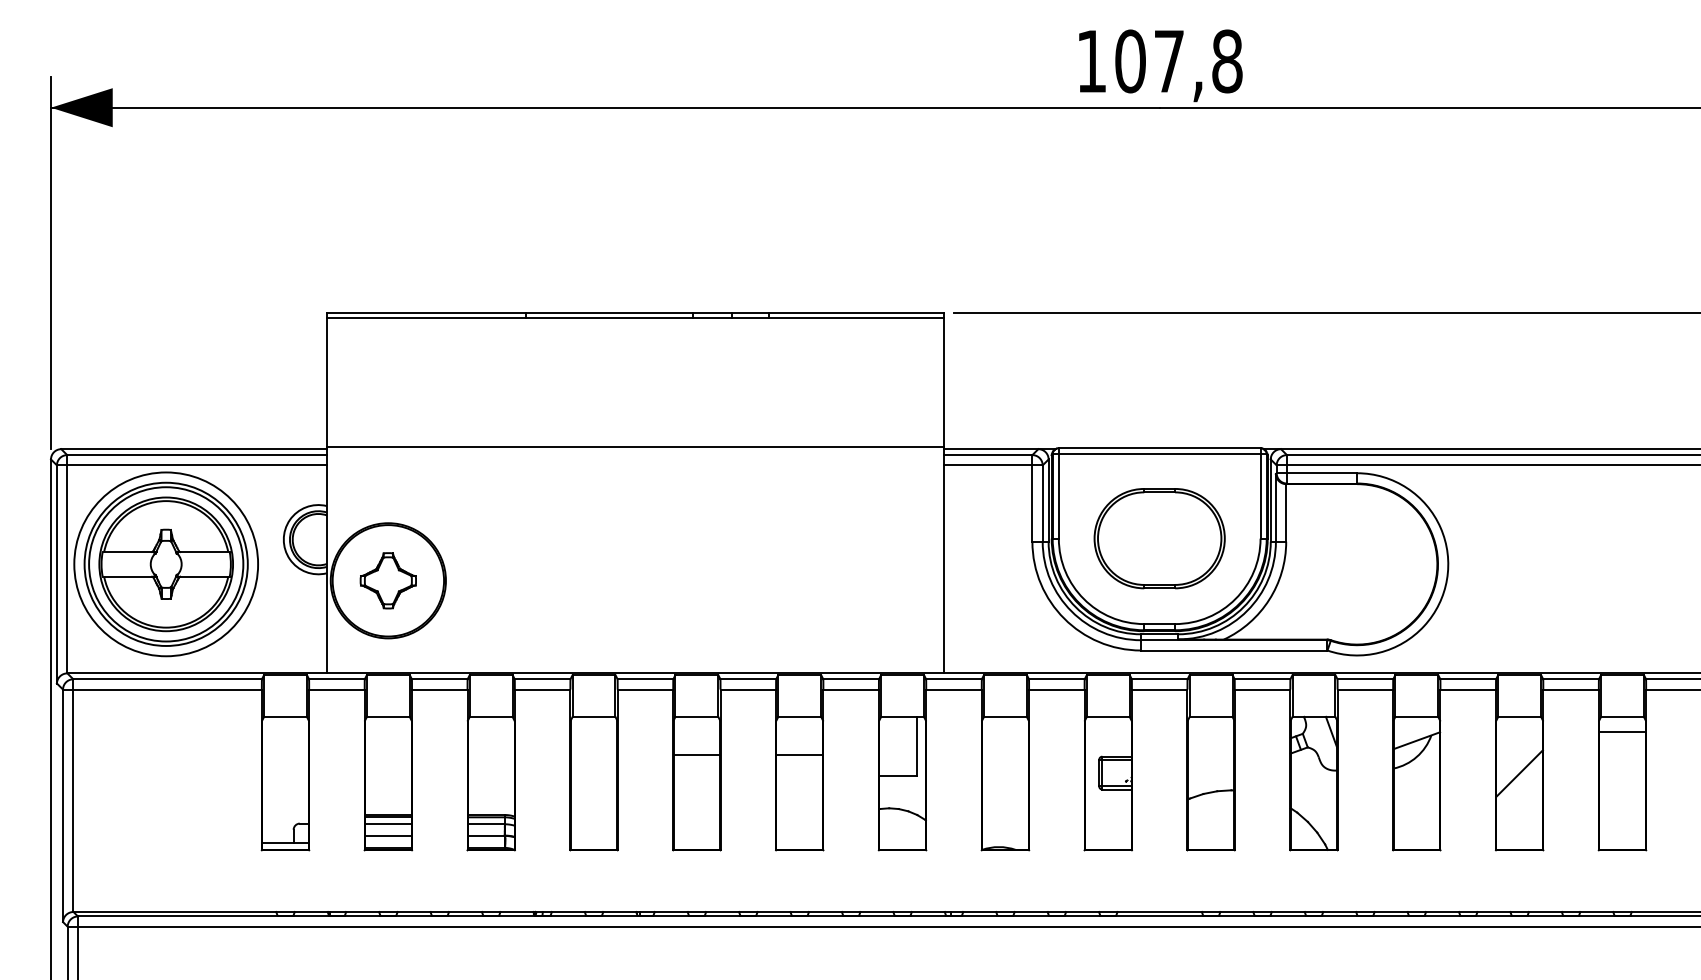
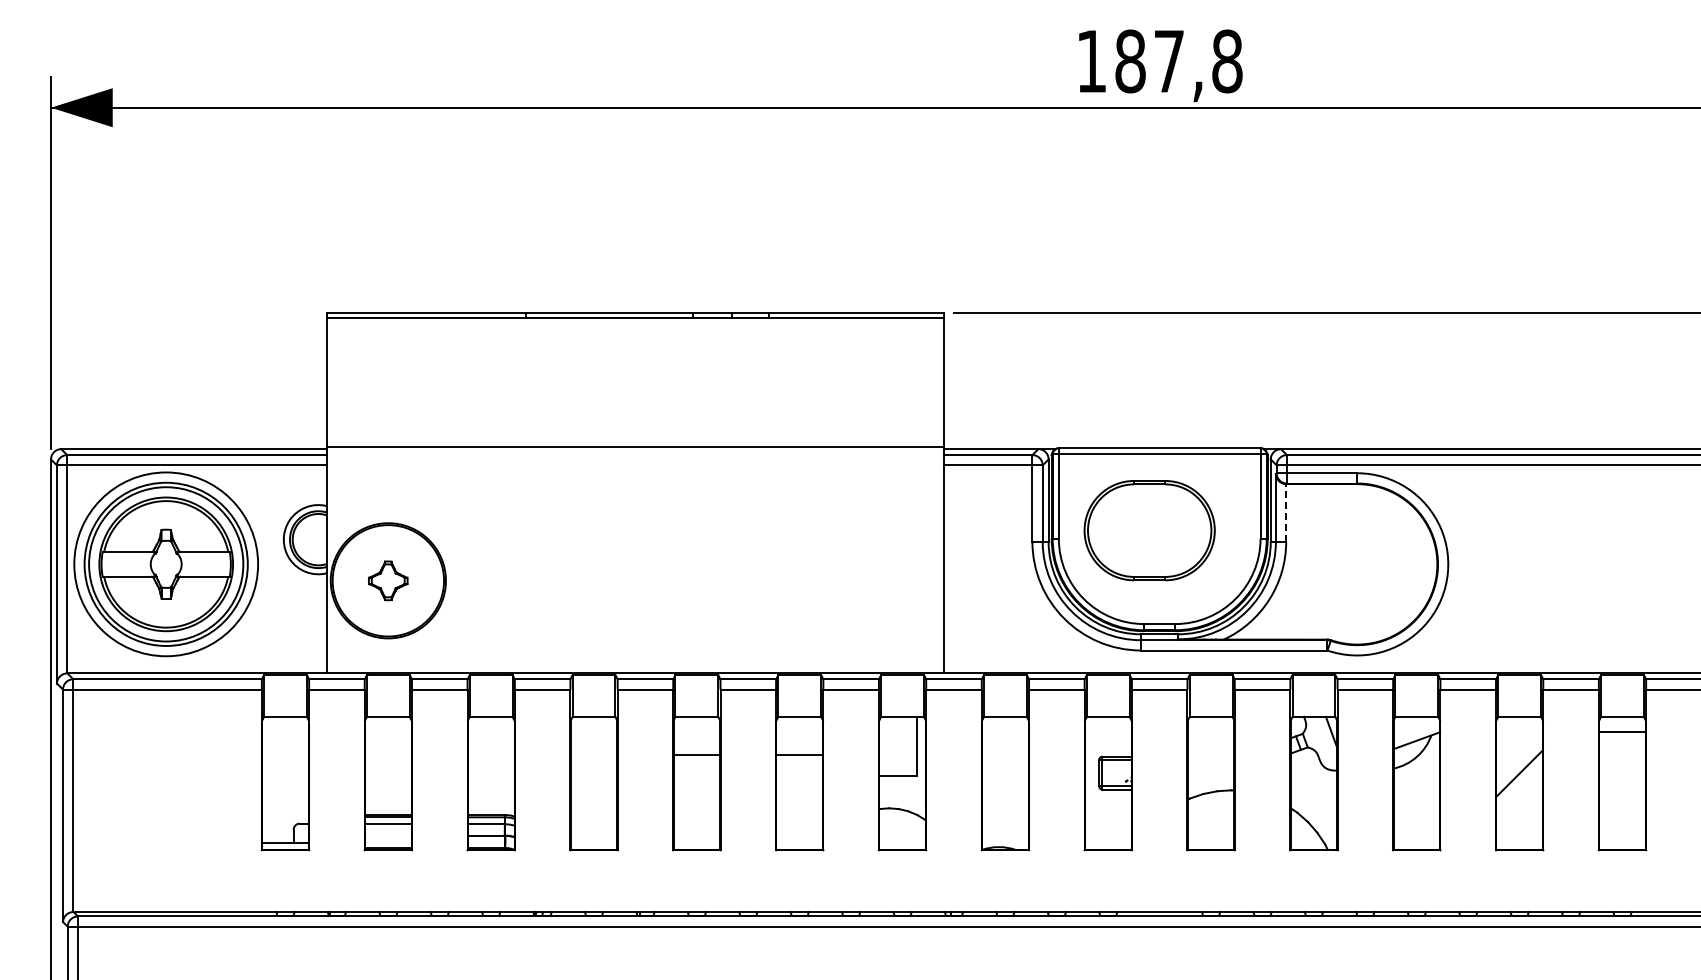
text at (1130, 61): 107,8 -> 187,8
line at (1286, 512): solid -> dashed
part at (1159, 538) position: (1159, 538) -> (1149, 530)
part at (387, 580) size: 58x58 px -> 41x42 px
line at (388, 835): present -> none
